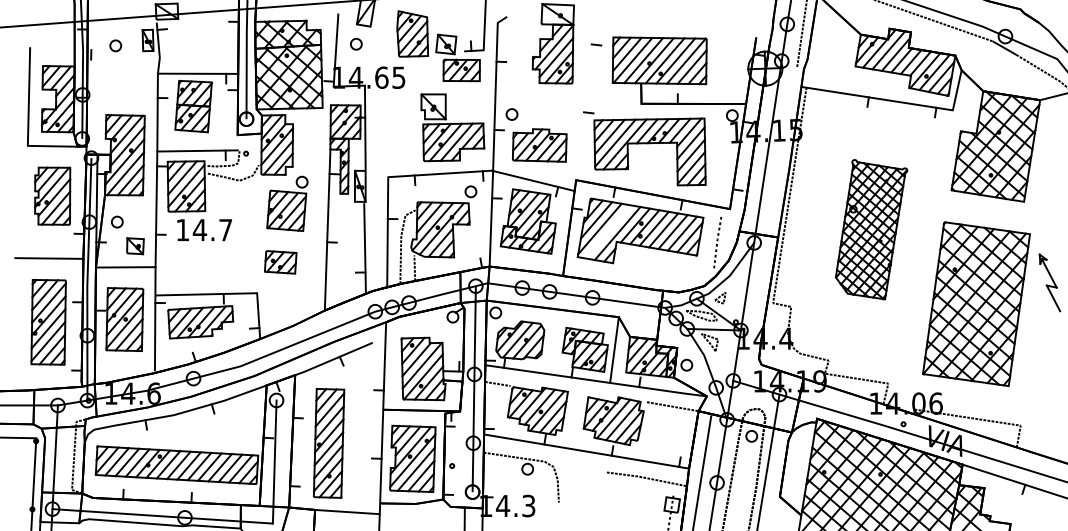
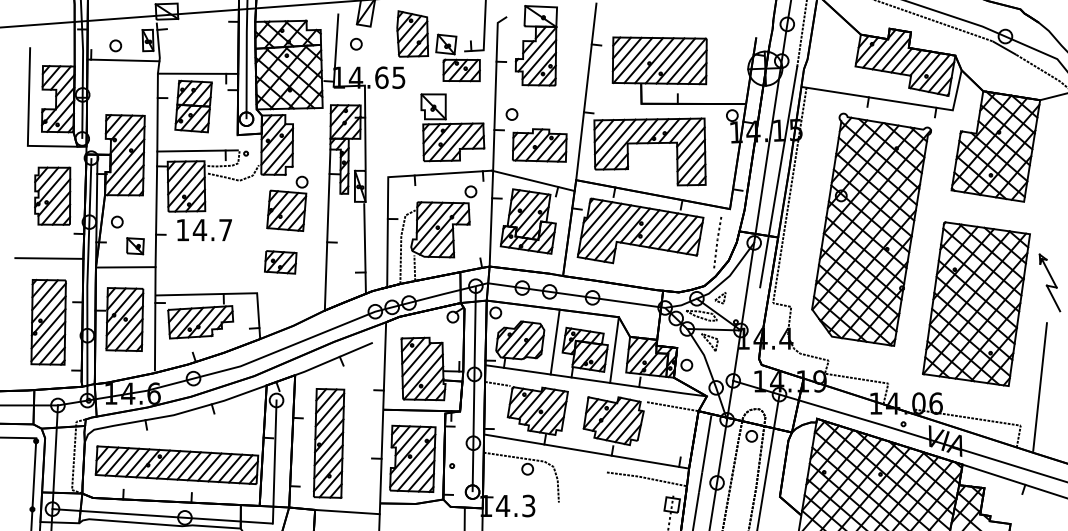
part at (552, 43) position: (552, 43) -> (535, 45)
line at (123, 60): none -> present
line at (586, 91): none -> present
line at (778, 176): none -> present
part at (871, 229) size: 75x142 px -> 121x235 px
line at (608, 231): none -> present
line at (554, 341): none -> present
line at (1039, 386): none -> present
